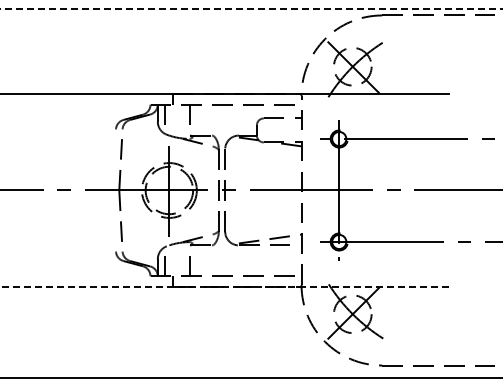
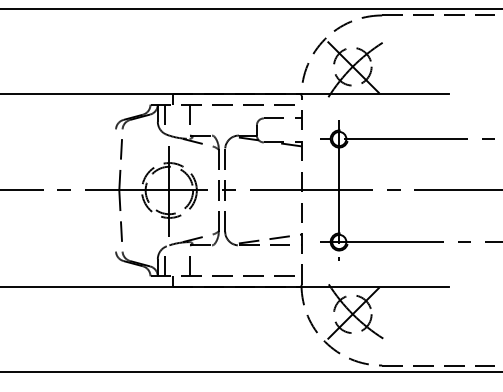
line at (251, 8): dashed -> solid
line at (224, 286): dashed -> solid
line at (250, 378) position: (250, 378) -> (250, 372)
